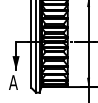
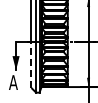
line at (31, 65): solid -> dashed
